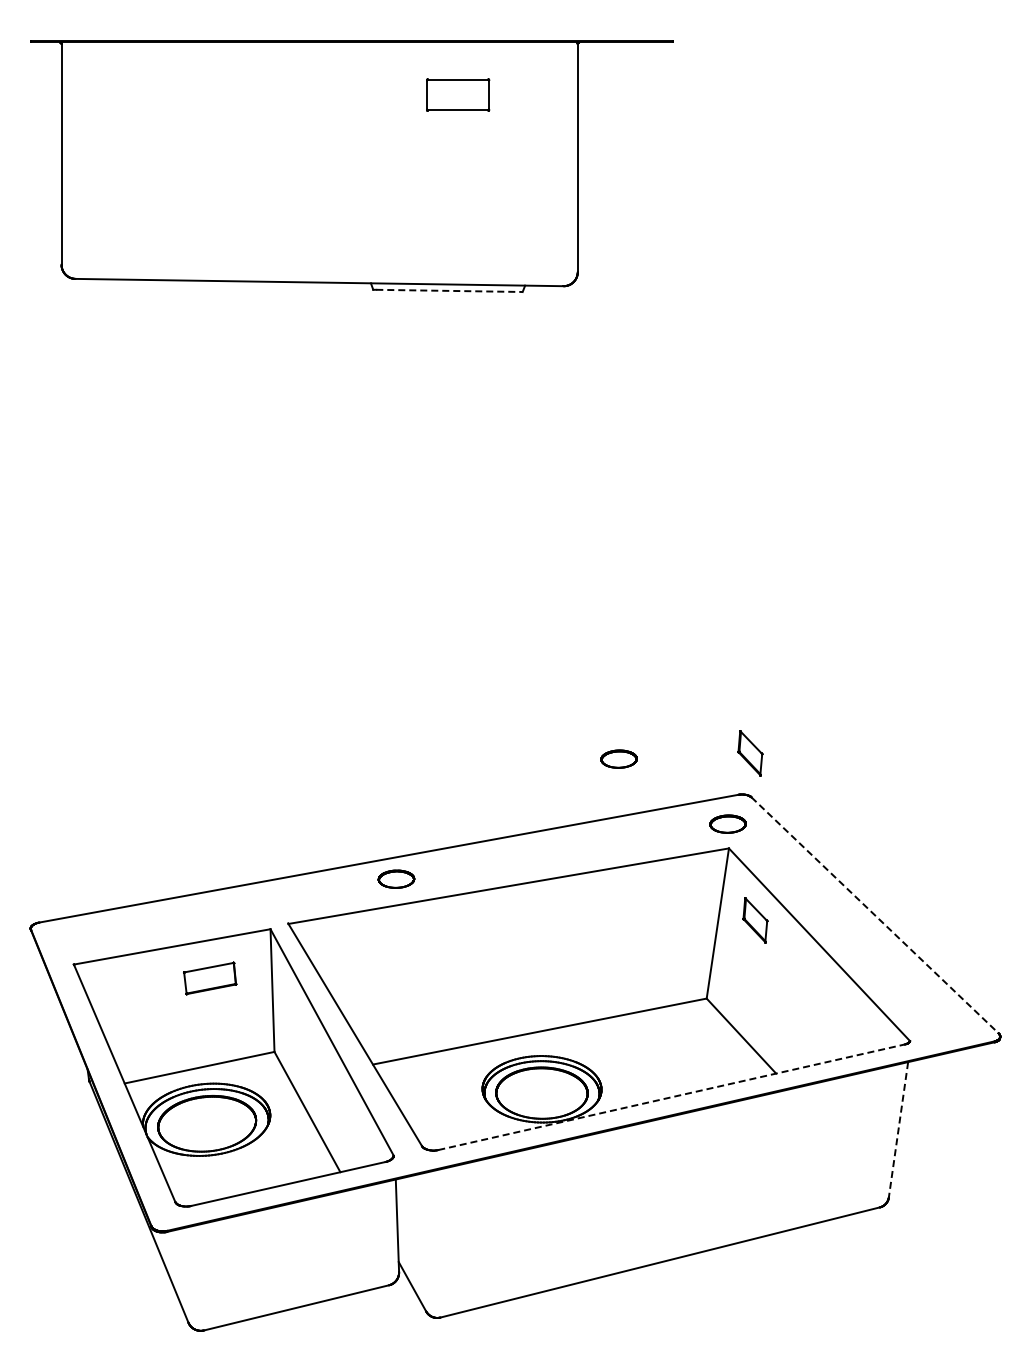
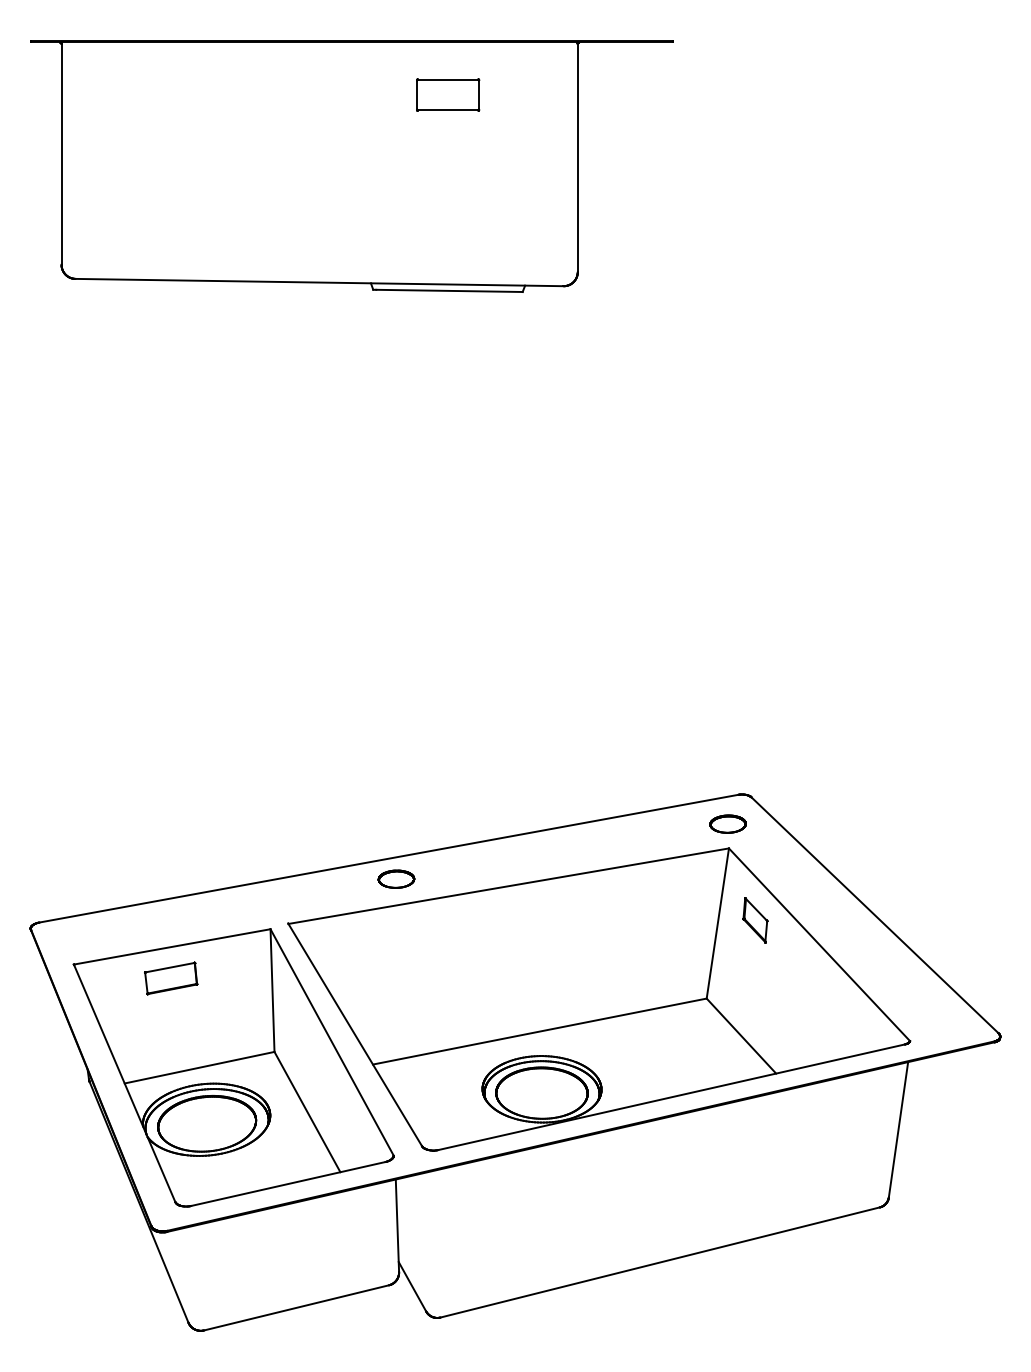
part at (458, 94) position: (458, 94) -> (448, 94)
line at (449, 290): dashed -> solid
part at (750, 753): present -> none
part at (618, 758): present -> none
line at (874, 915): dashed -> solid
part at (210, 978) position: (210, 978) -> (171, 978)
line at (672, 1097): dashed -> solid
line at (898, 1130): dashed -> solid
